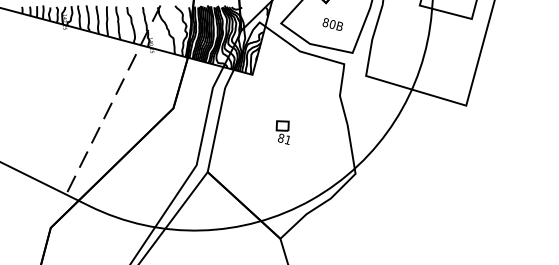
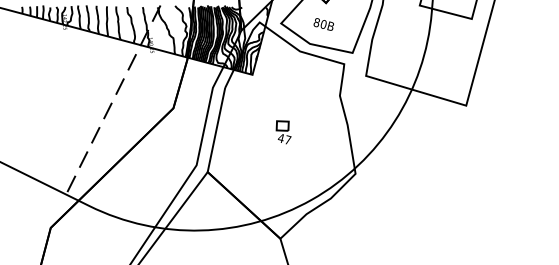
text at (332, 24) position: (332, 24) -> (323, 24)
text at (284, 138): 81 -> 47
